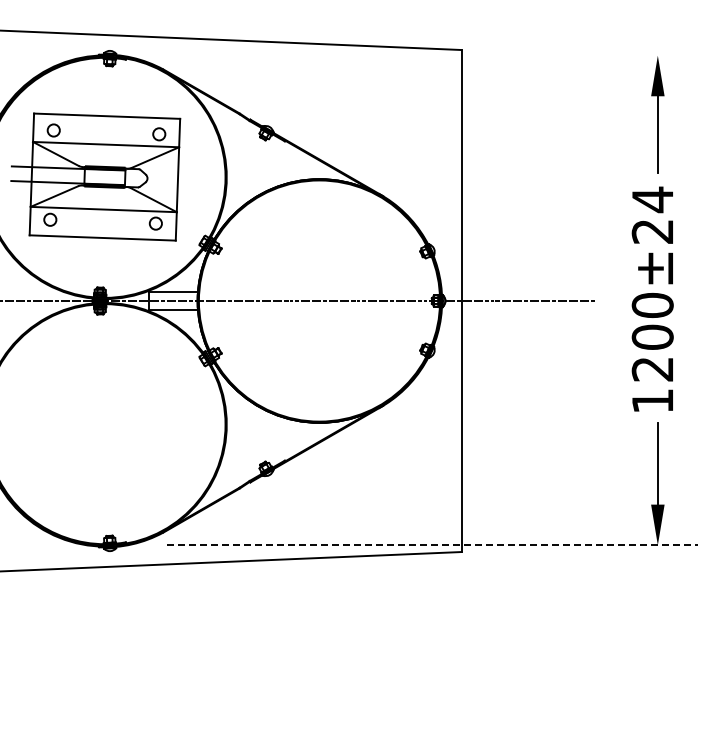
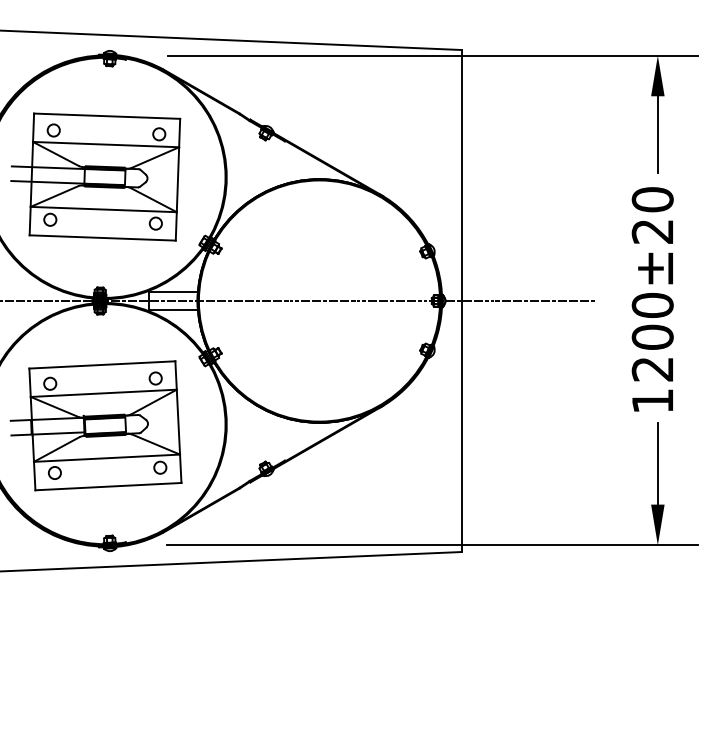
line at (432, 55): none -> present
text at (652, 199): 1200±24 -> 1200±20
part at (95, 425): none -> present
line at (432, 545): dashed -> solid
